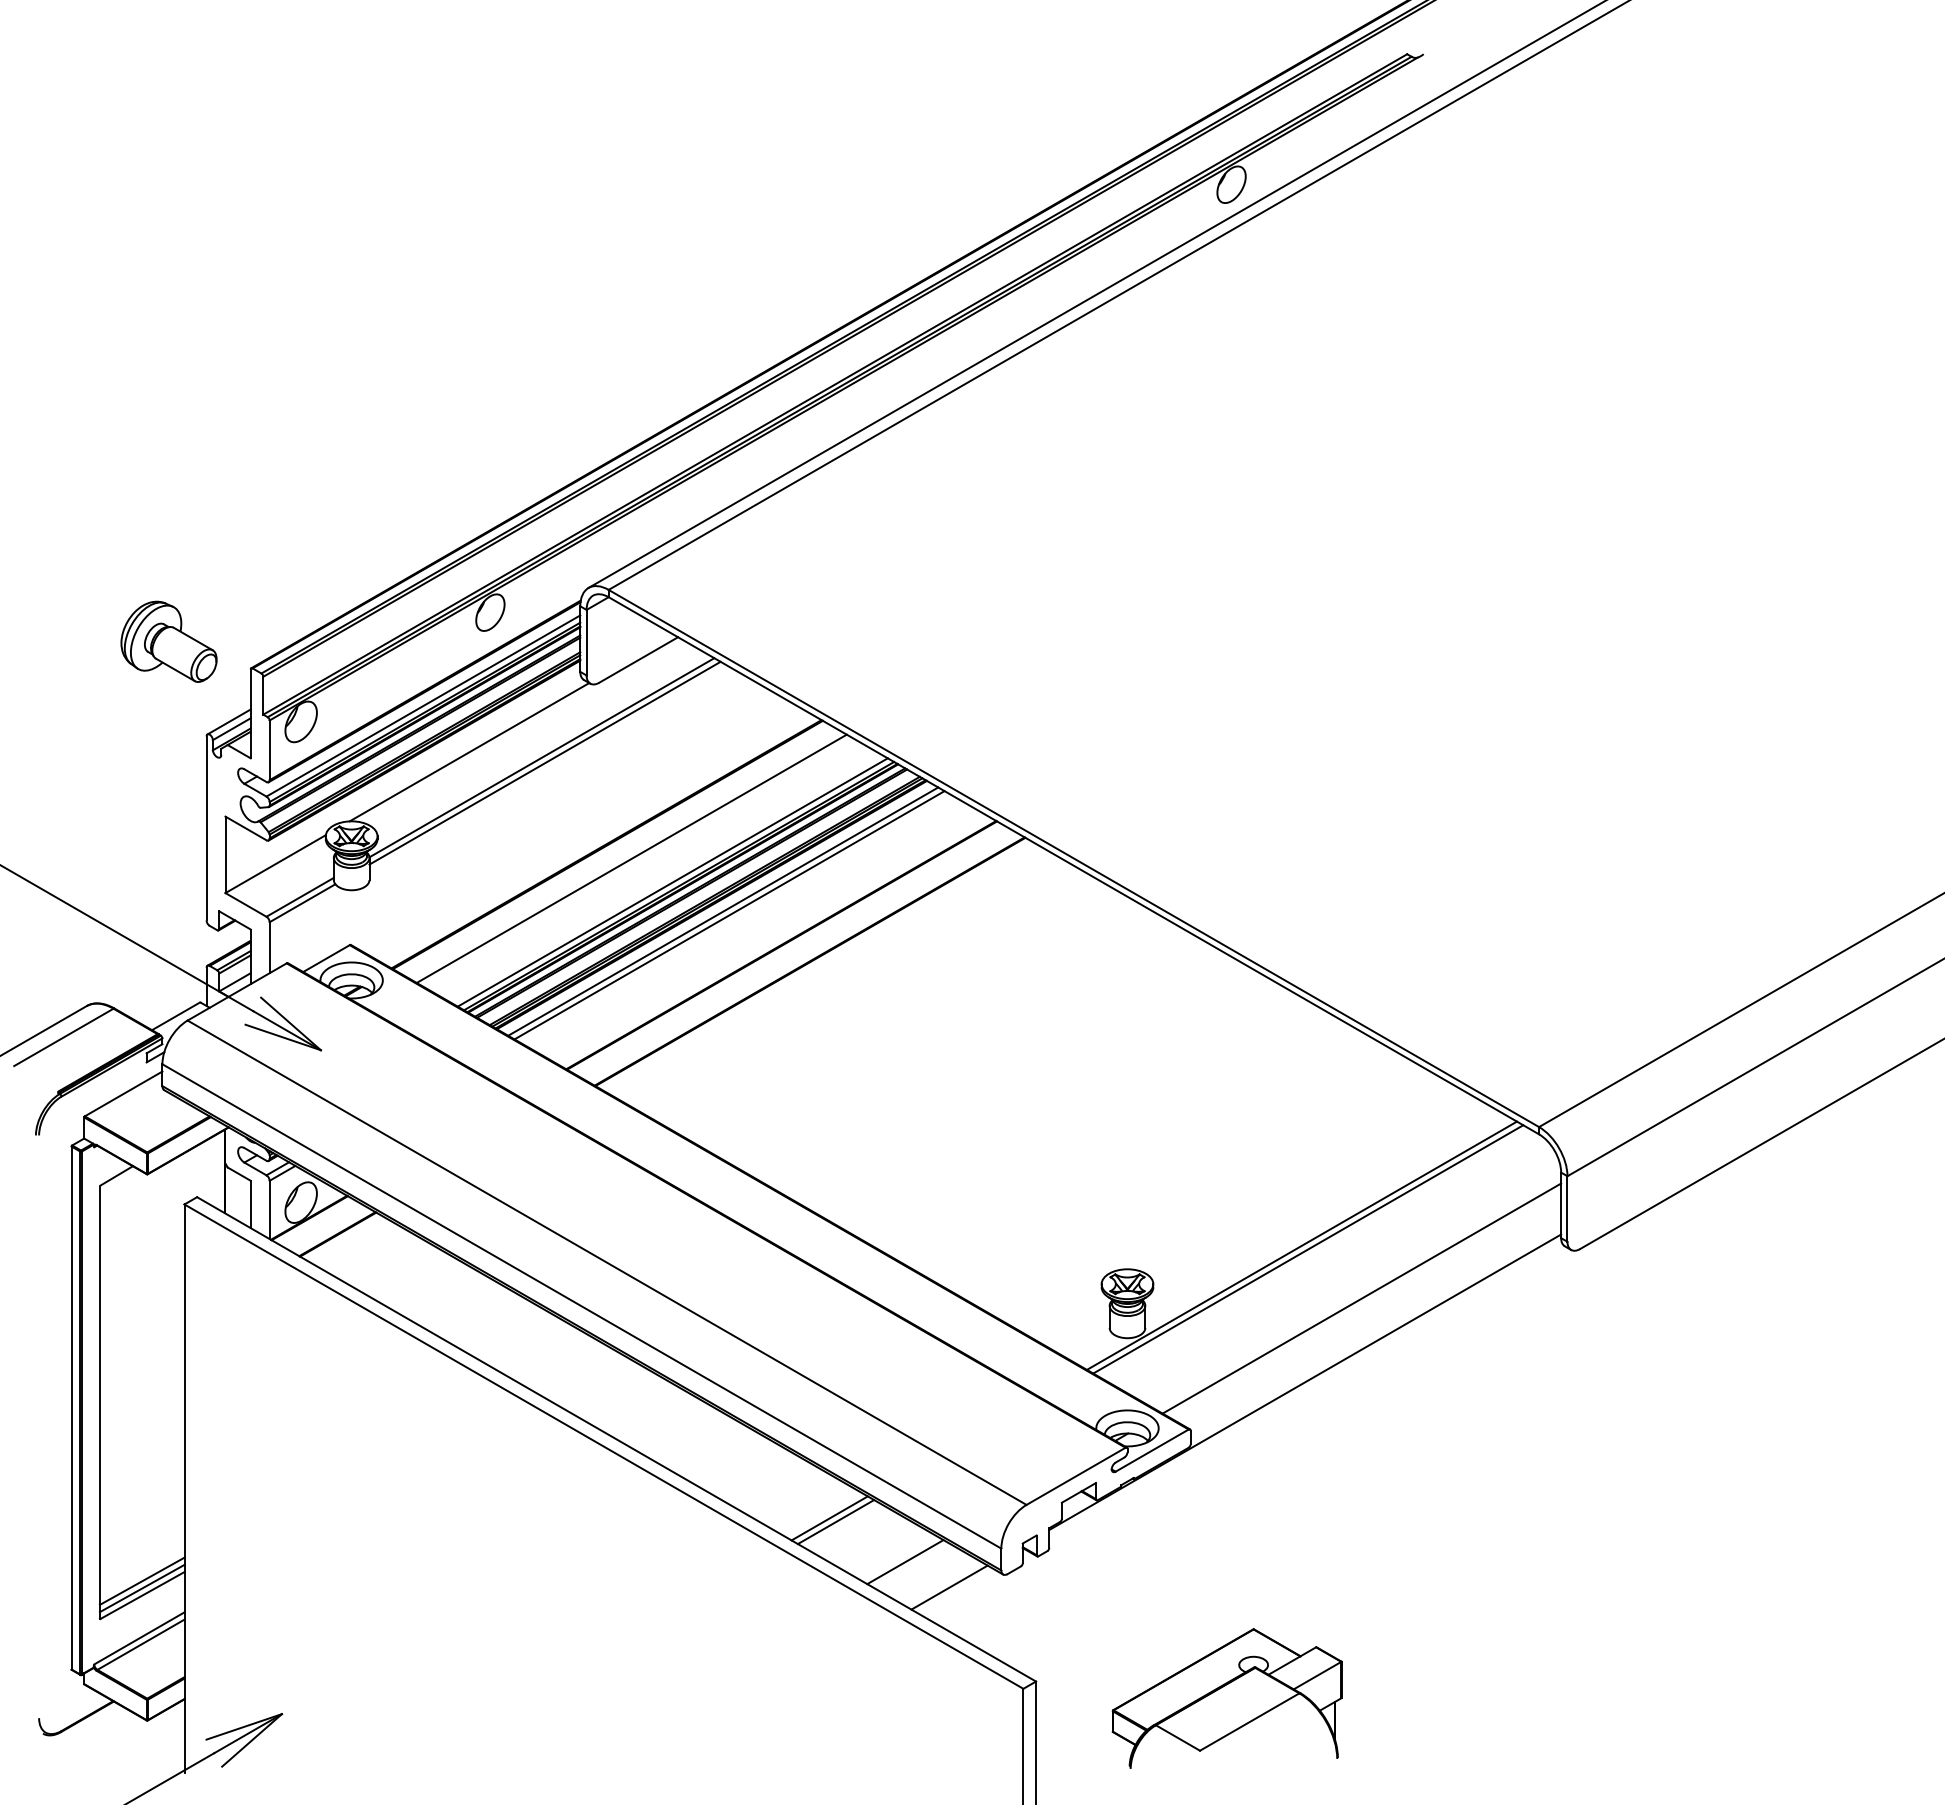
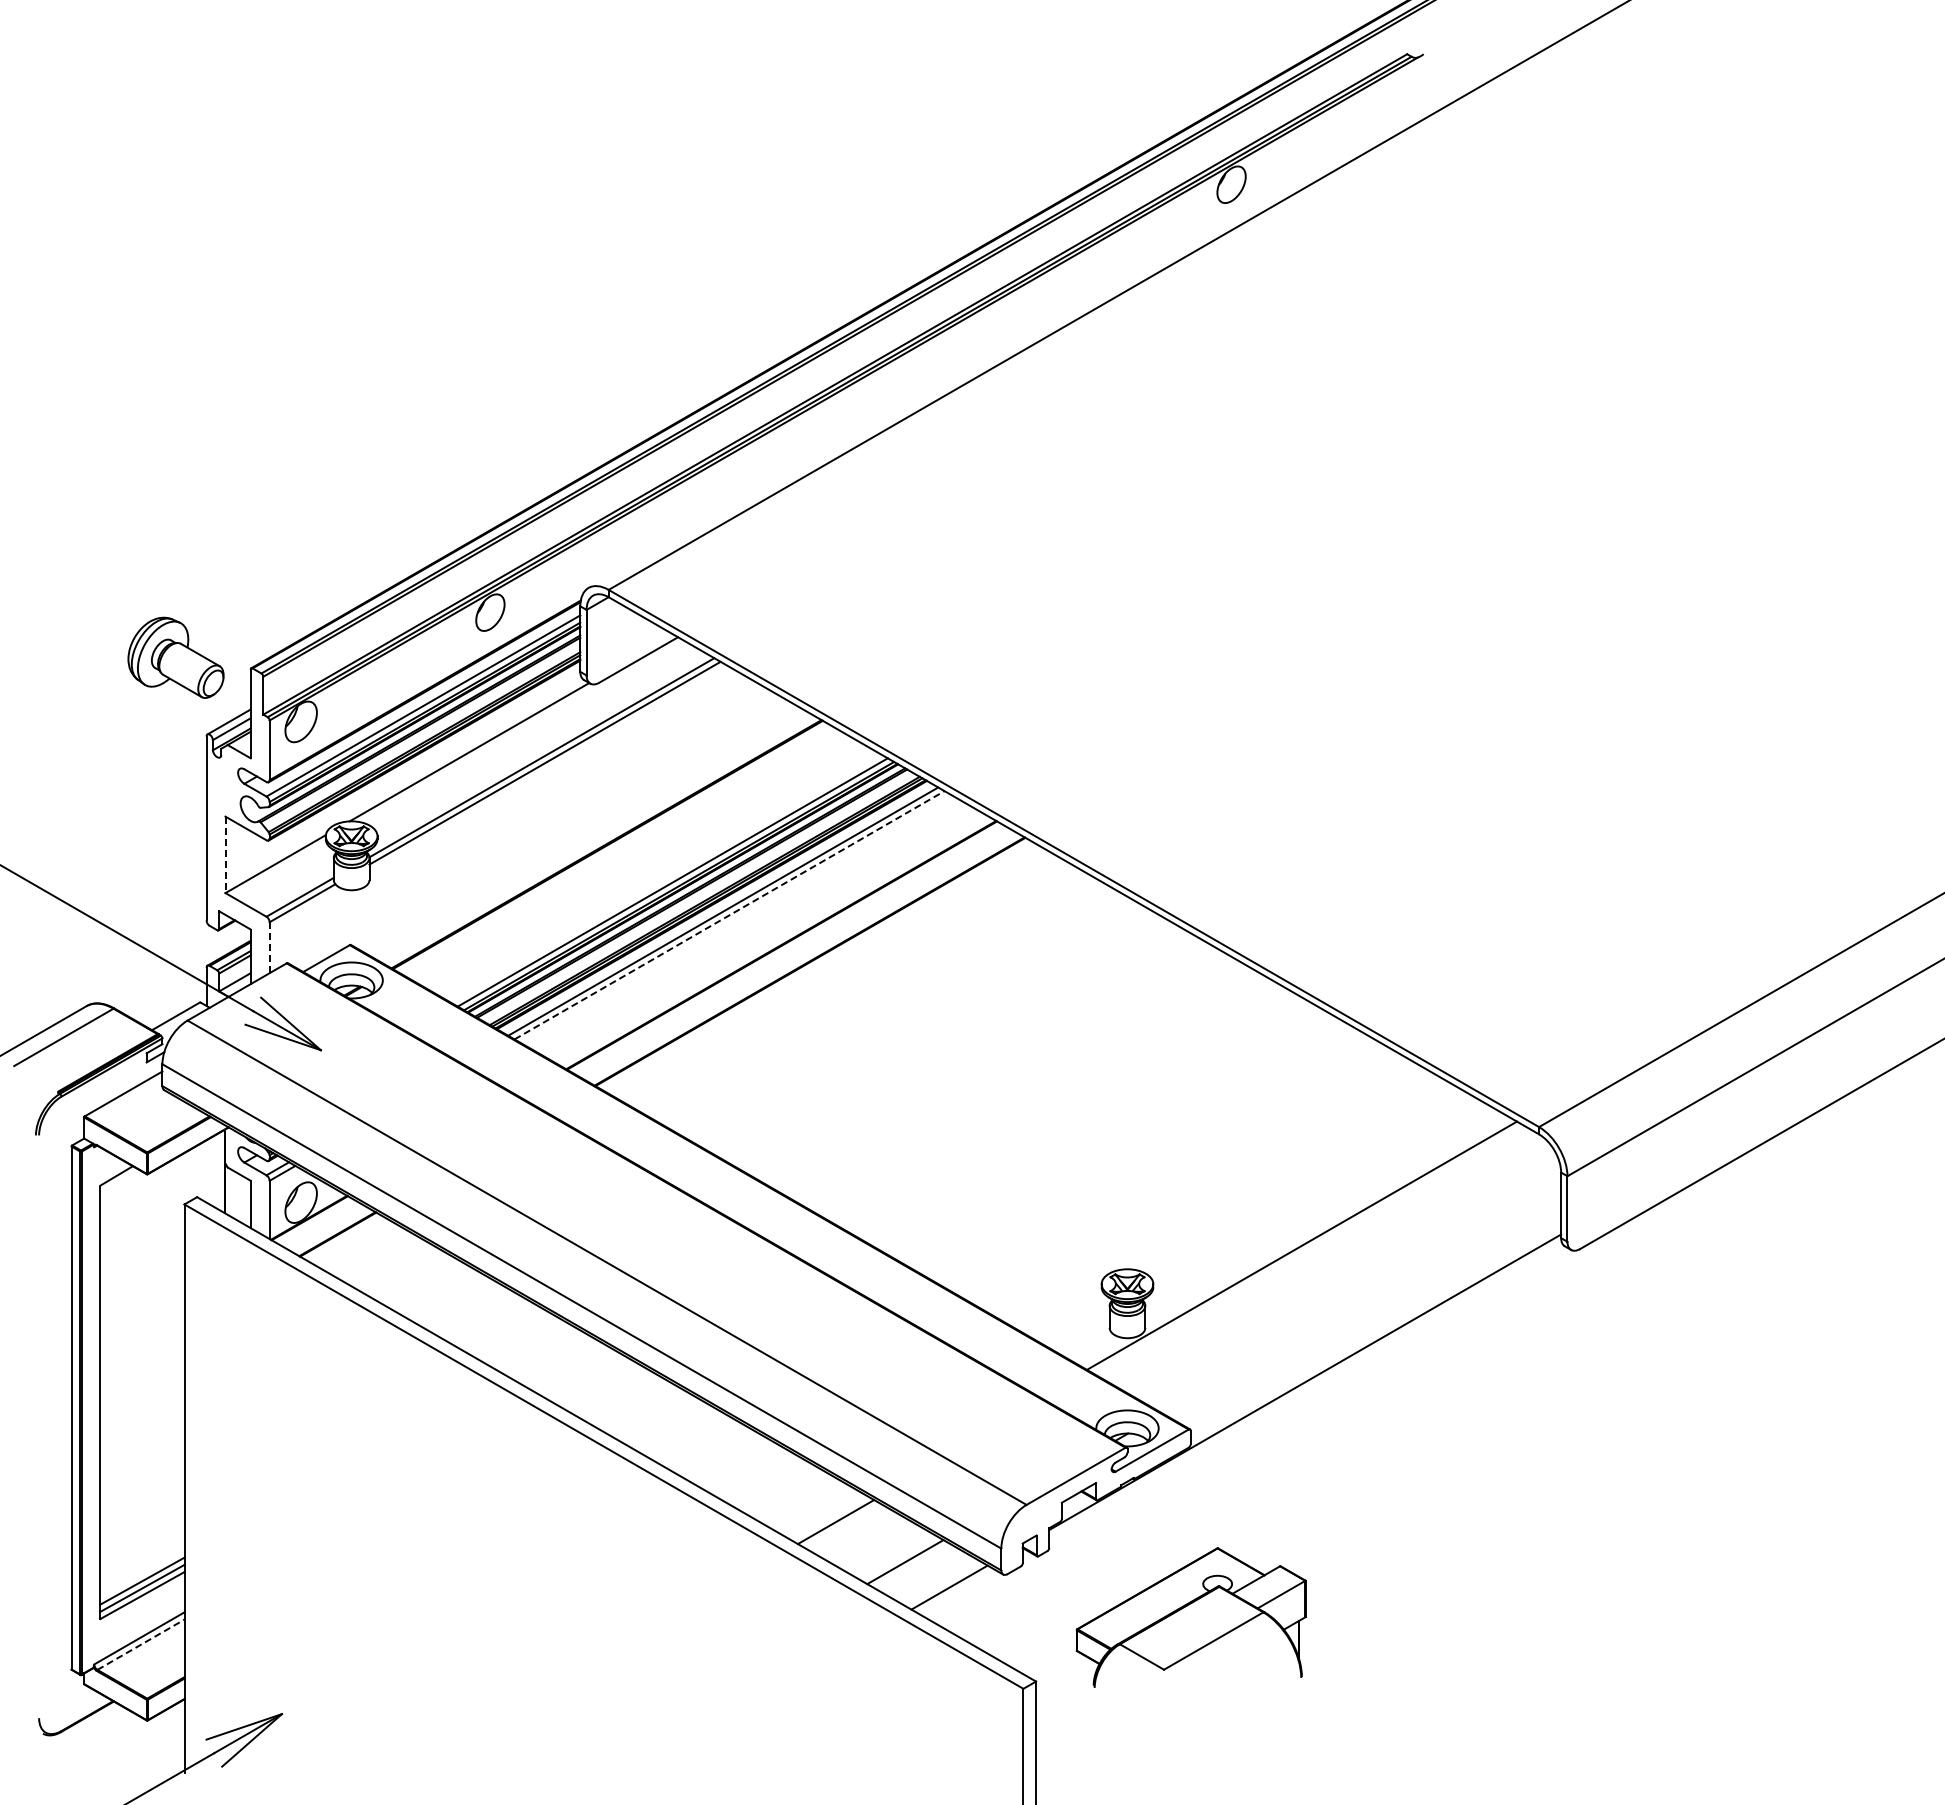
line at (1095, 294): present -> none
part at (168, 641) position: (168, 641) -> (175, 657)
line at (225, 855): solid -> dashed
line at (631, 858): present -> none
line at (730, 915): solid -> dashed
line at (269, 948): solid -> dashed
line at (1308, 1249): present -> none
line at (1361, 1298): present -> none
line at (829, 1518): present -> none
line at (141, 1644): solid -> dashed
part at (1226, 1698) position: (1226, 1698) -> (1190, 1617)
